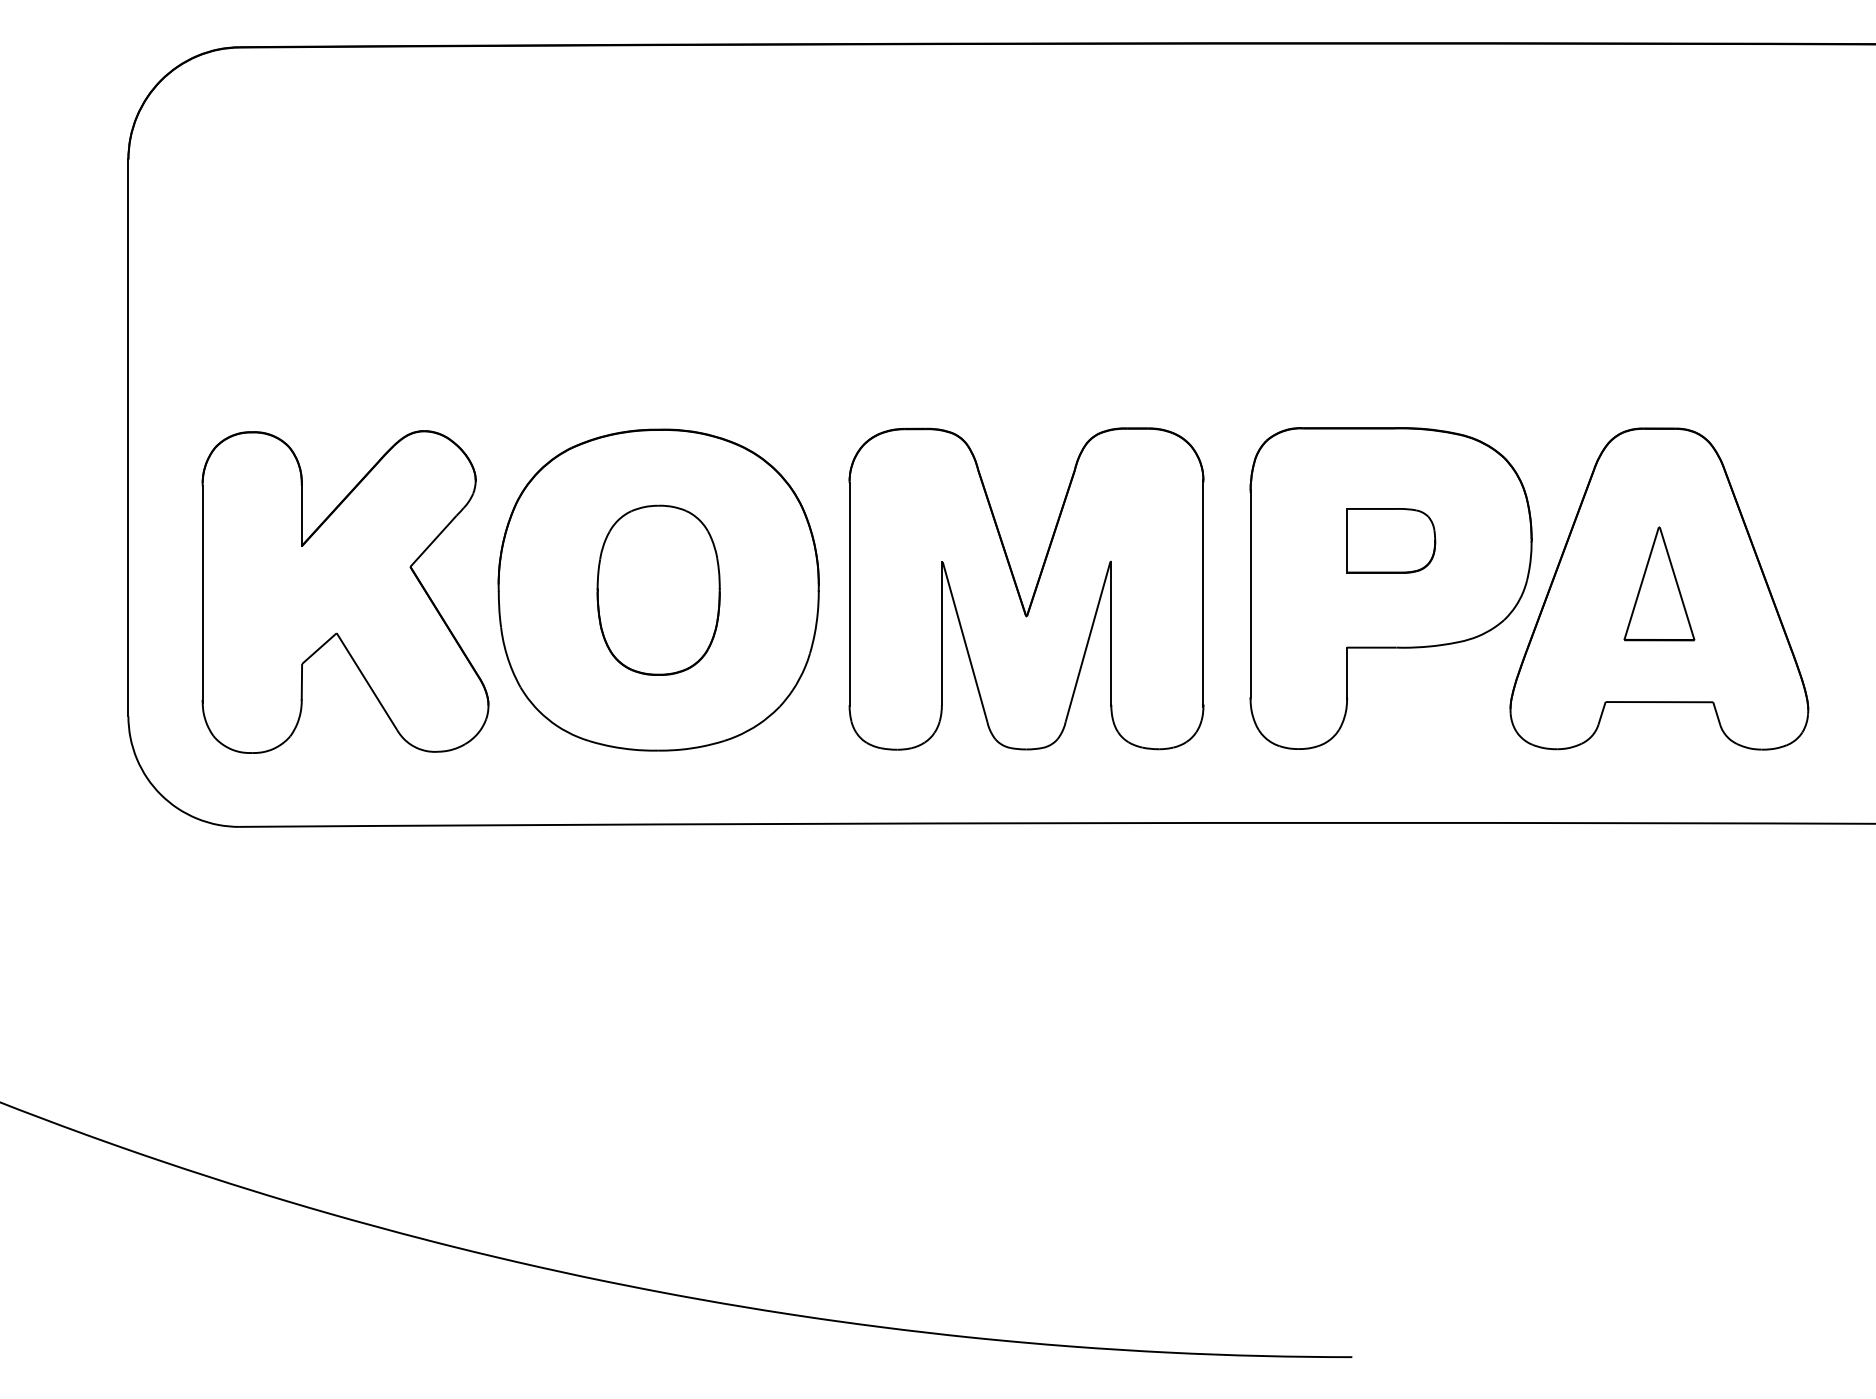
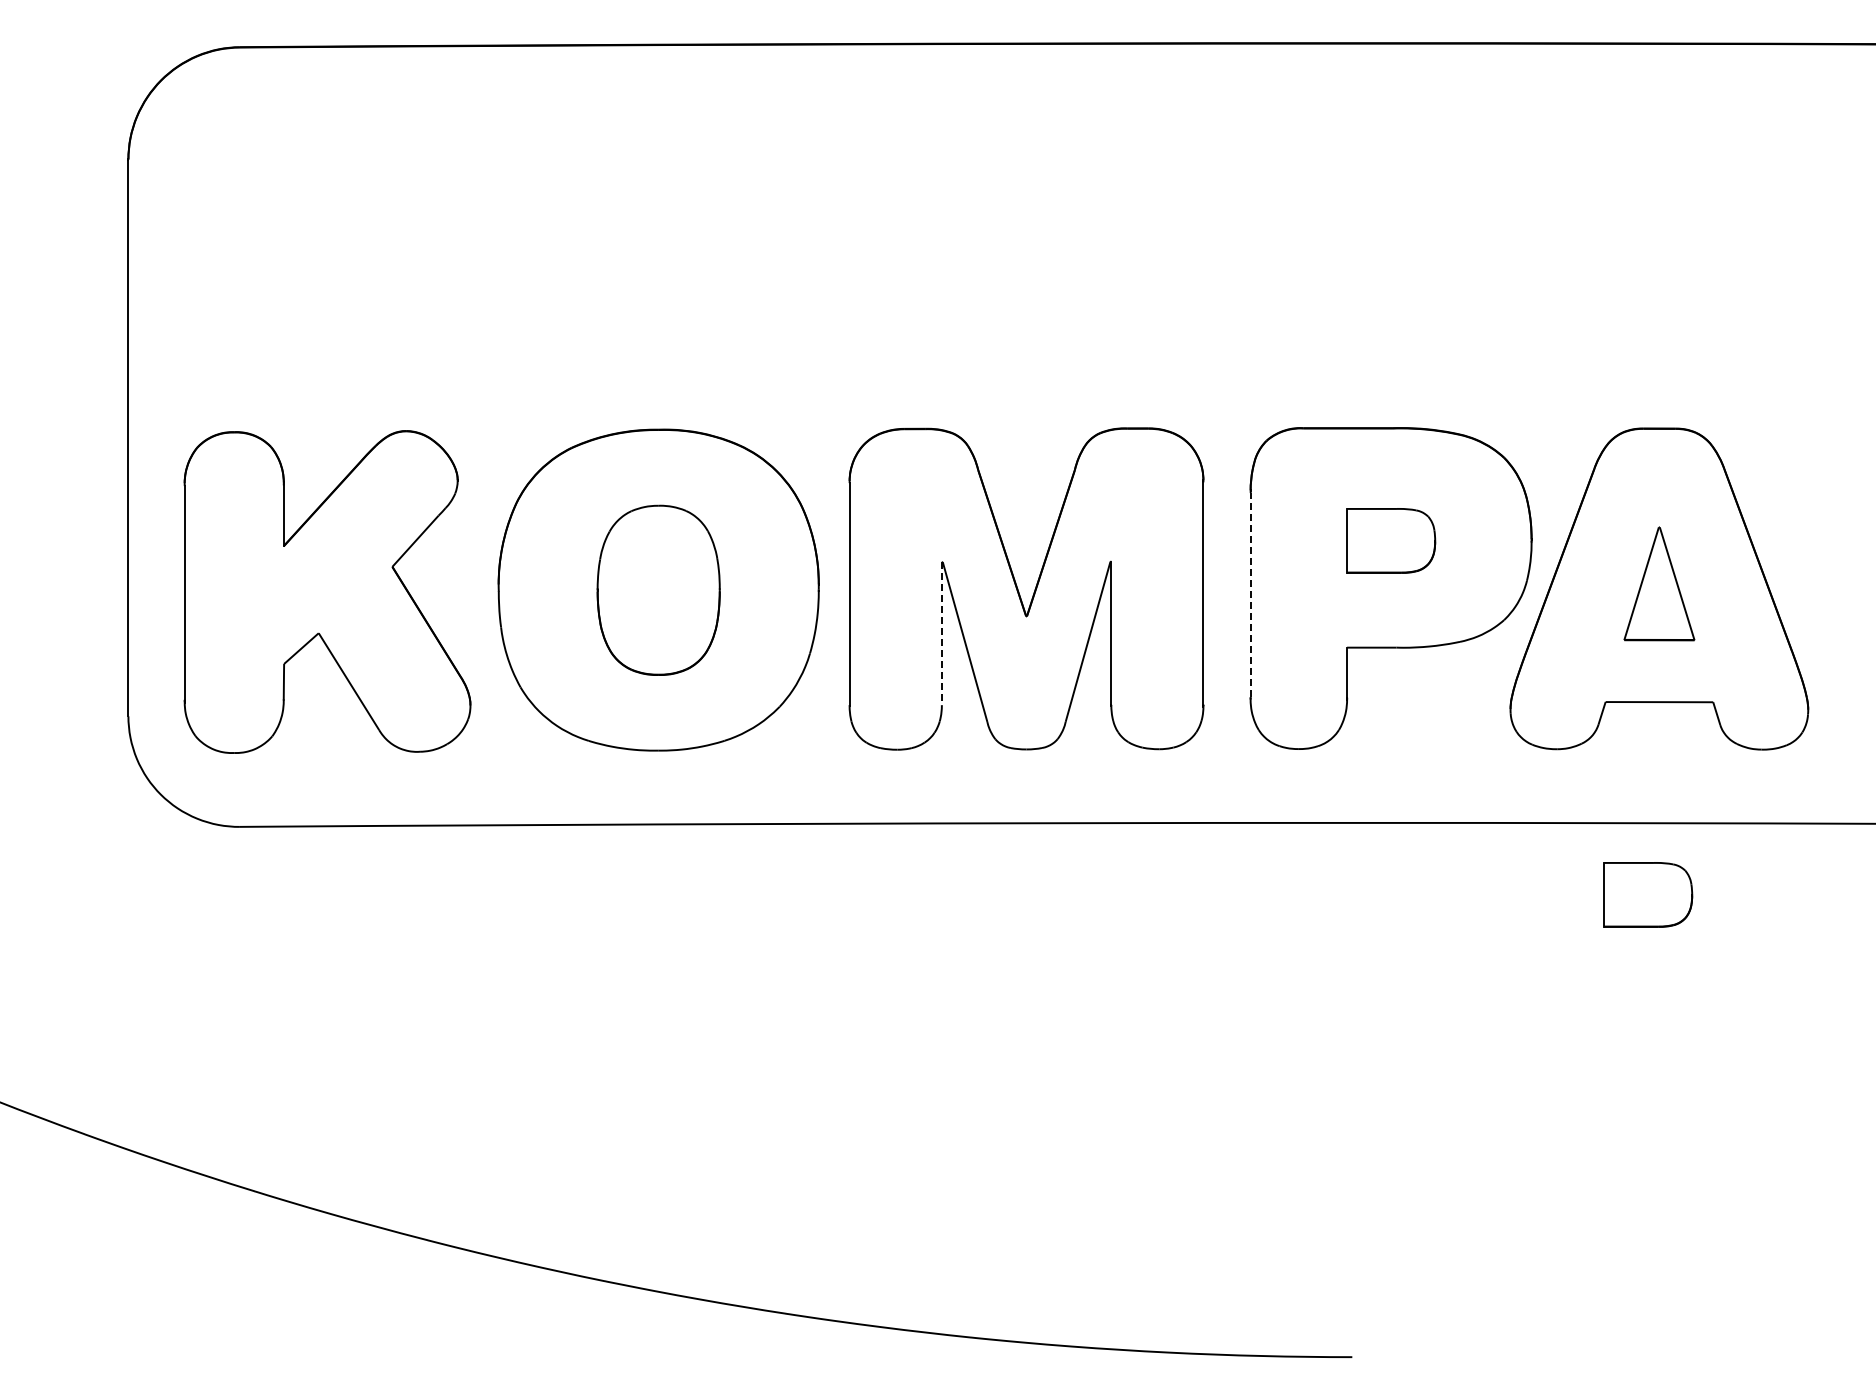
part at (345, 591) position: (345, 591) -> (327, 591)
line at (1250, 594): solid -> dashed
line at (941, 633): solid -> dashed
part at (1648, 894): none -> present
